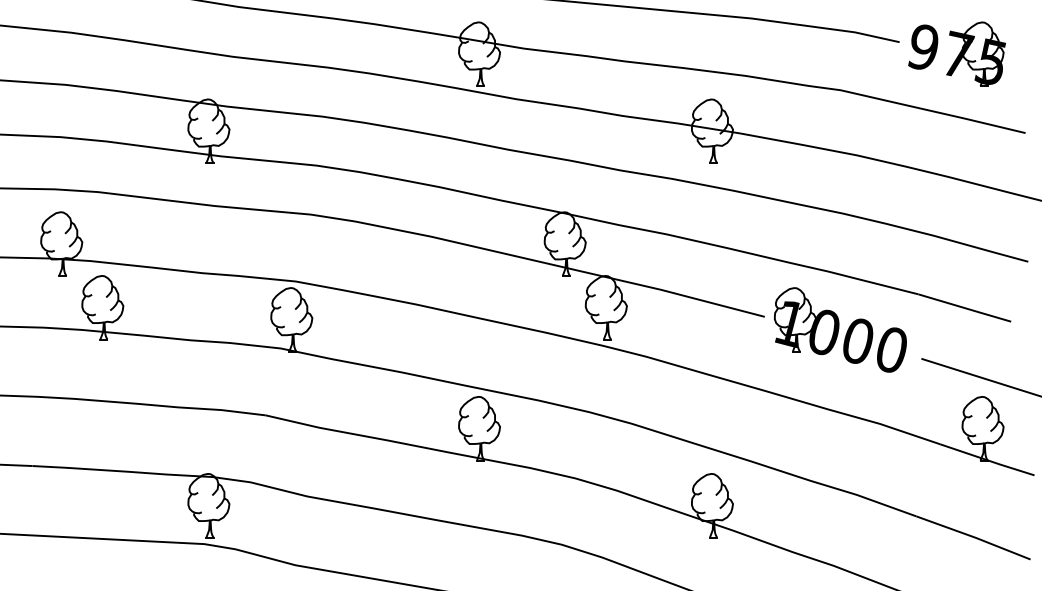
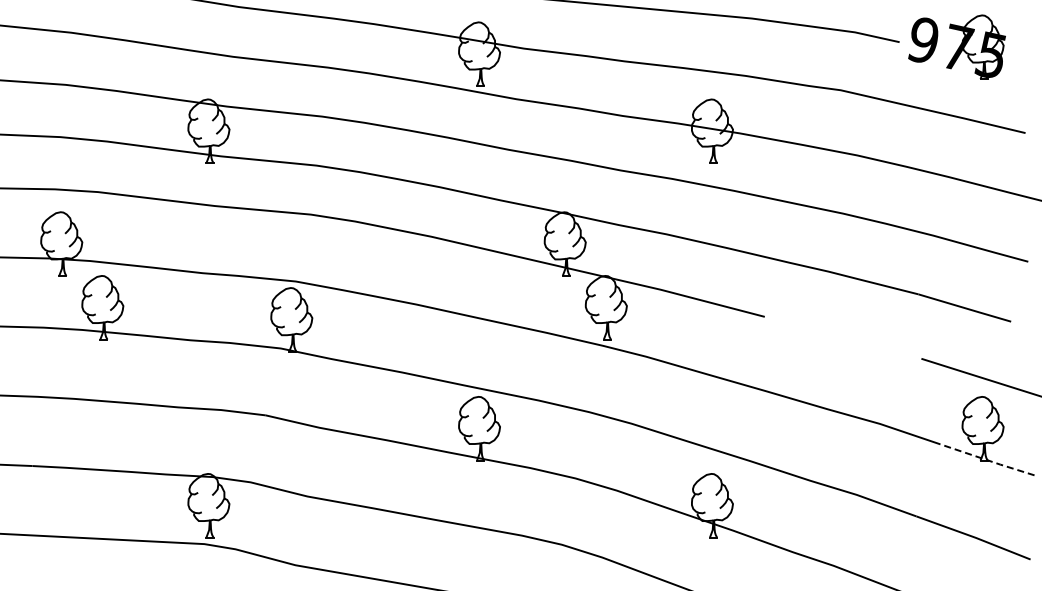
part at (956, 53) position: (956, 53) -> (956, 46)
part at (840, 329): present -> none
line at (987, 460): solid -> dashed
